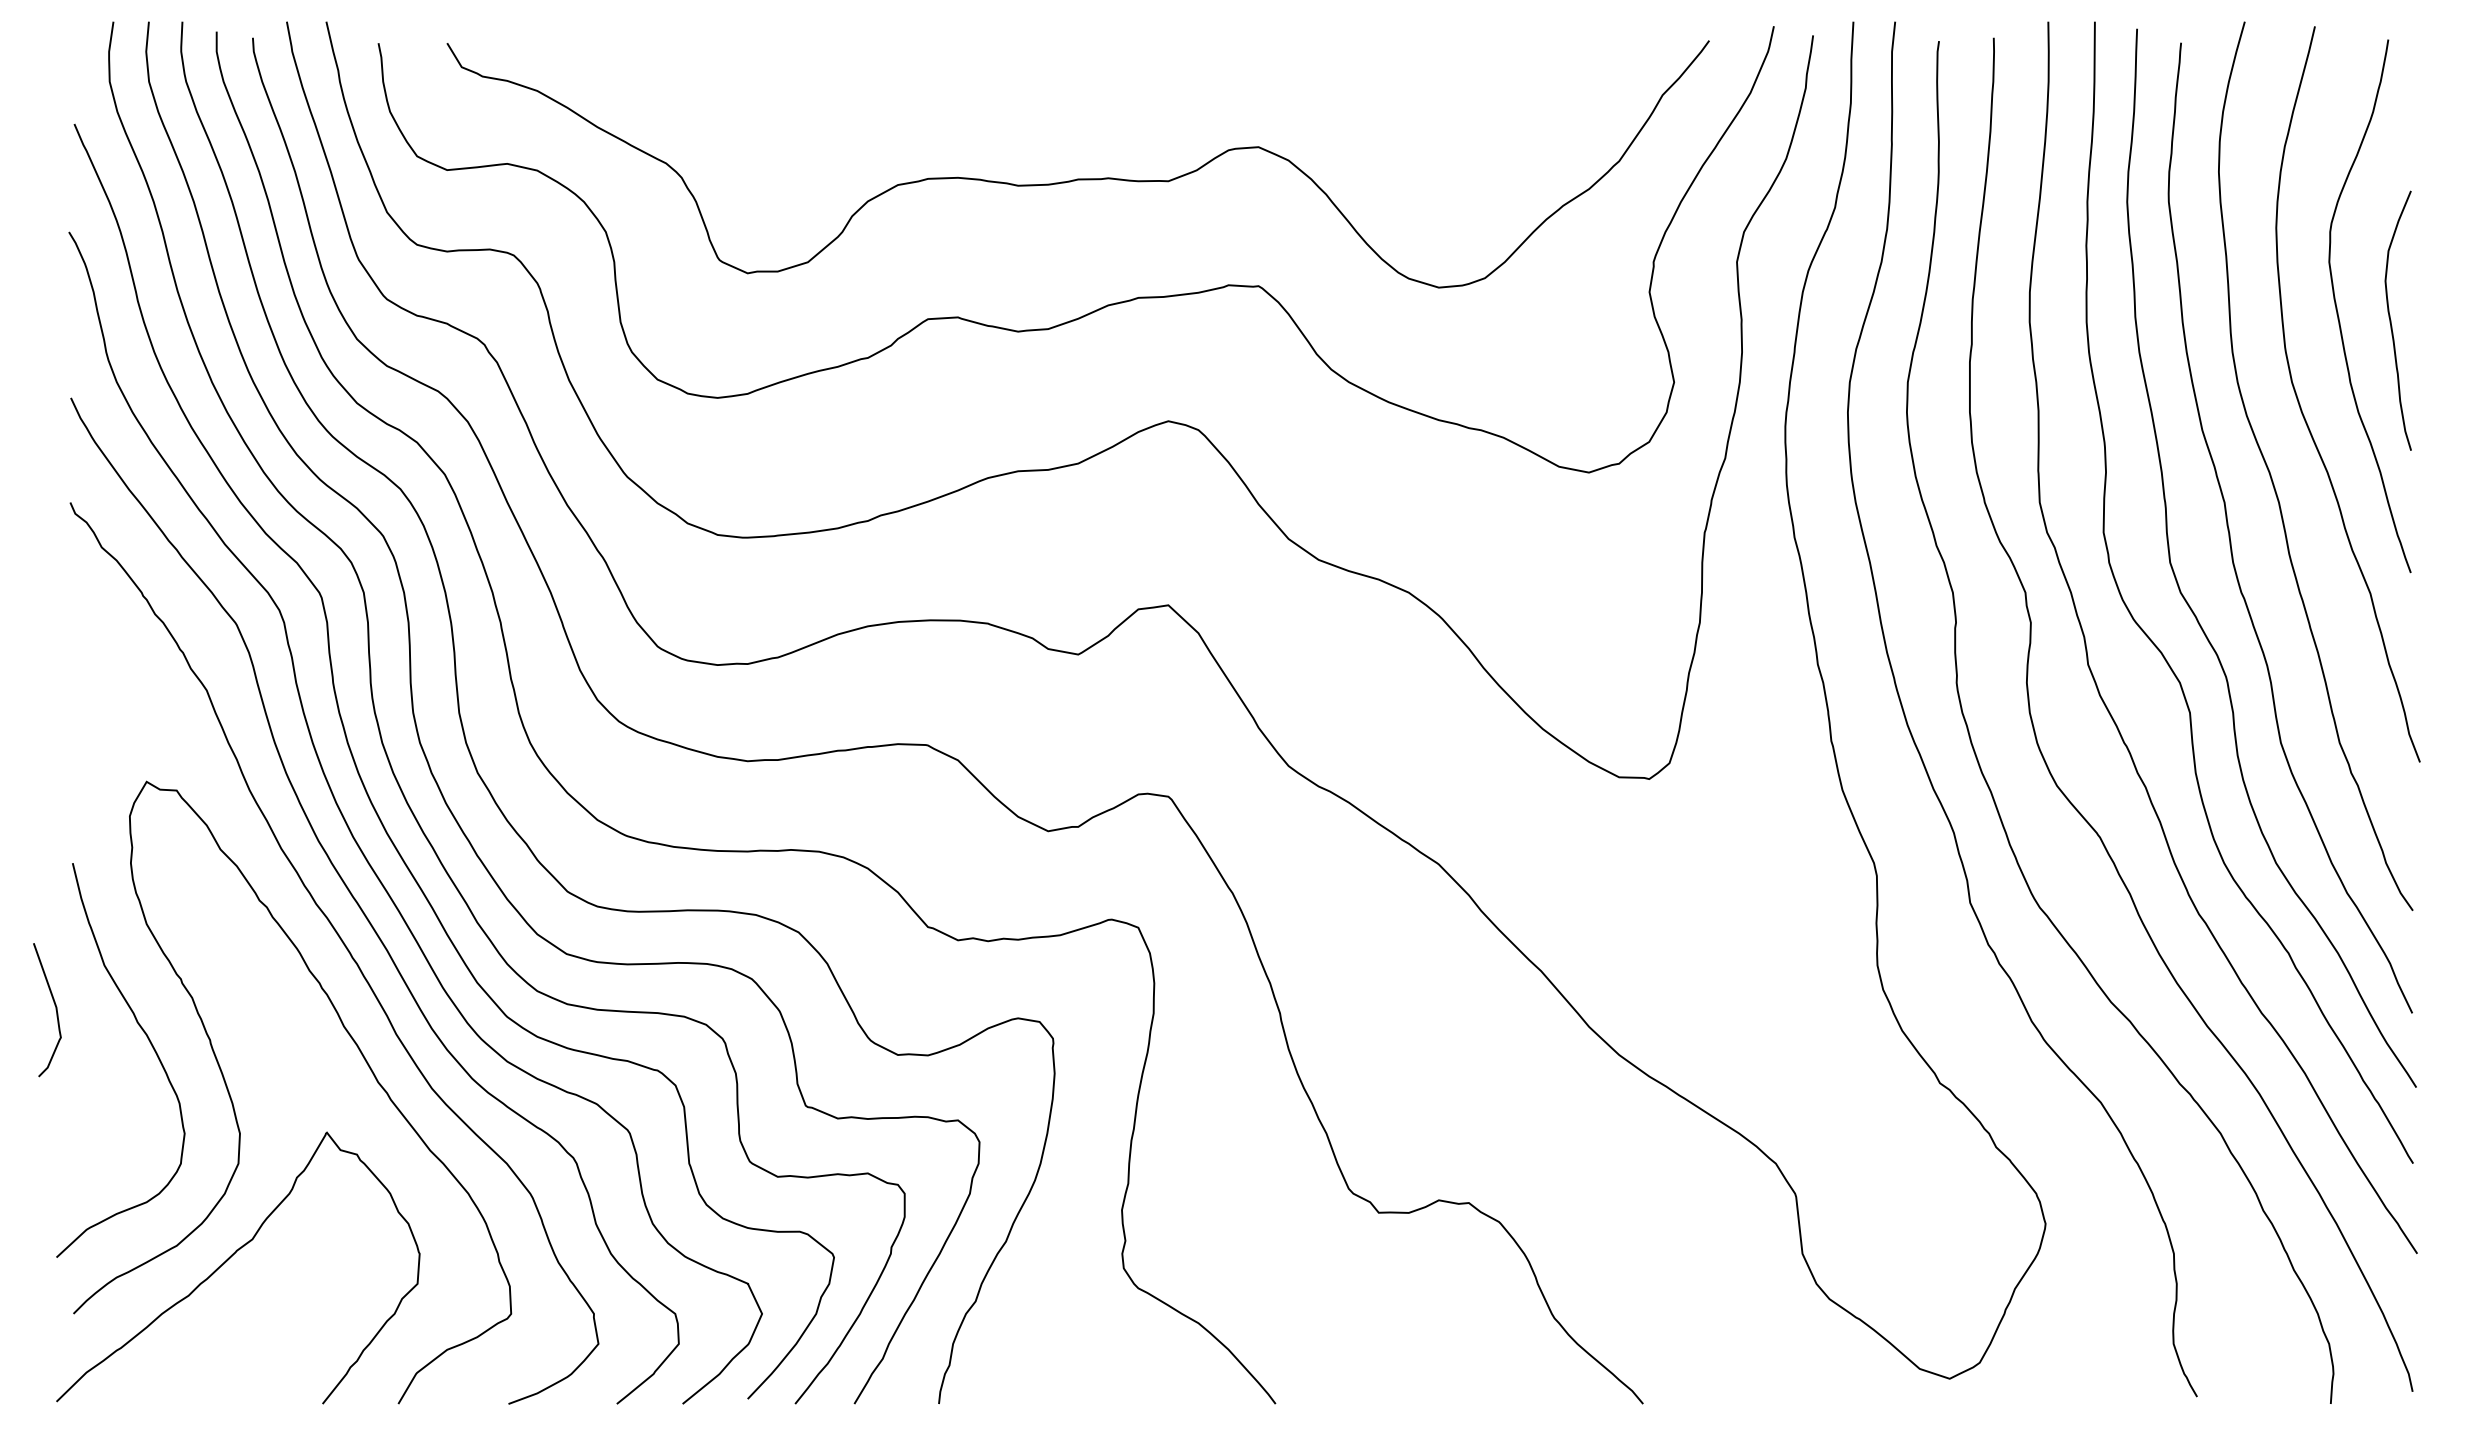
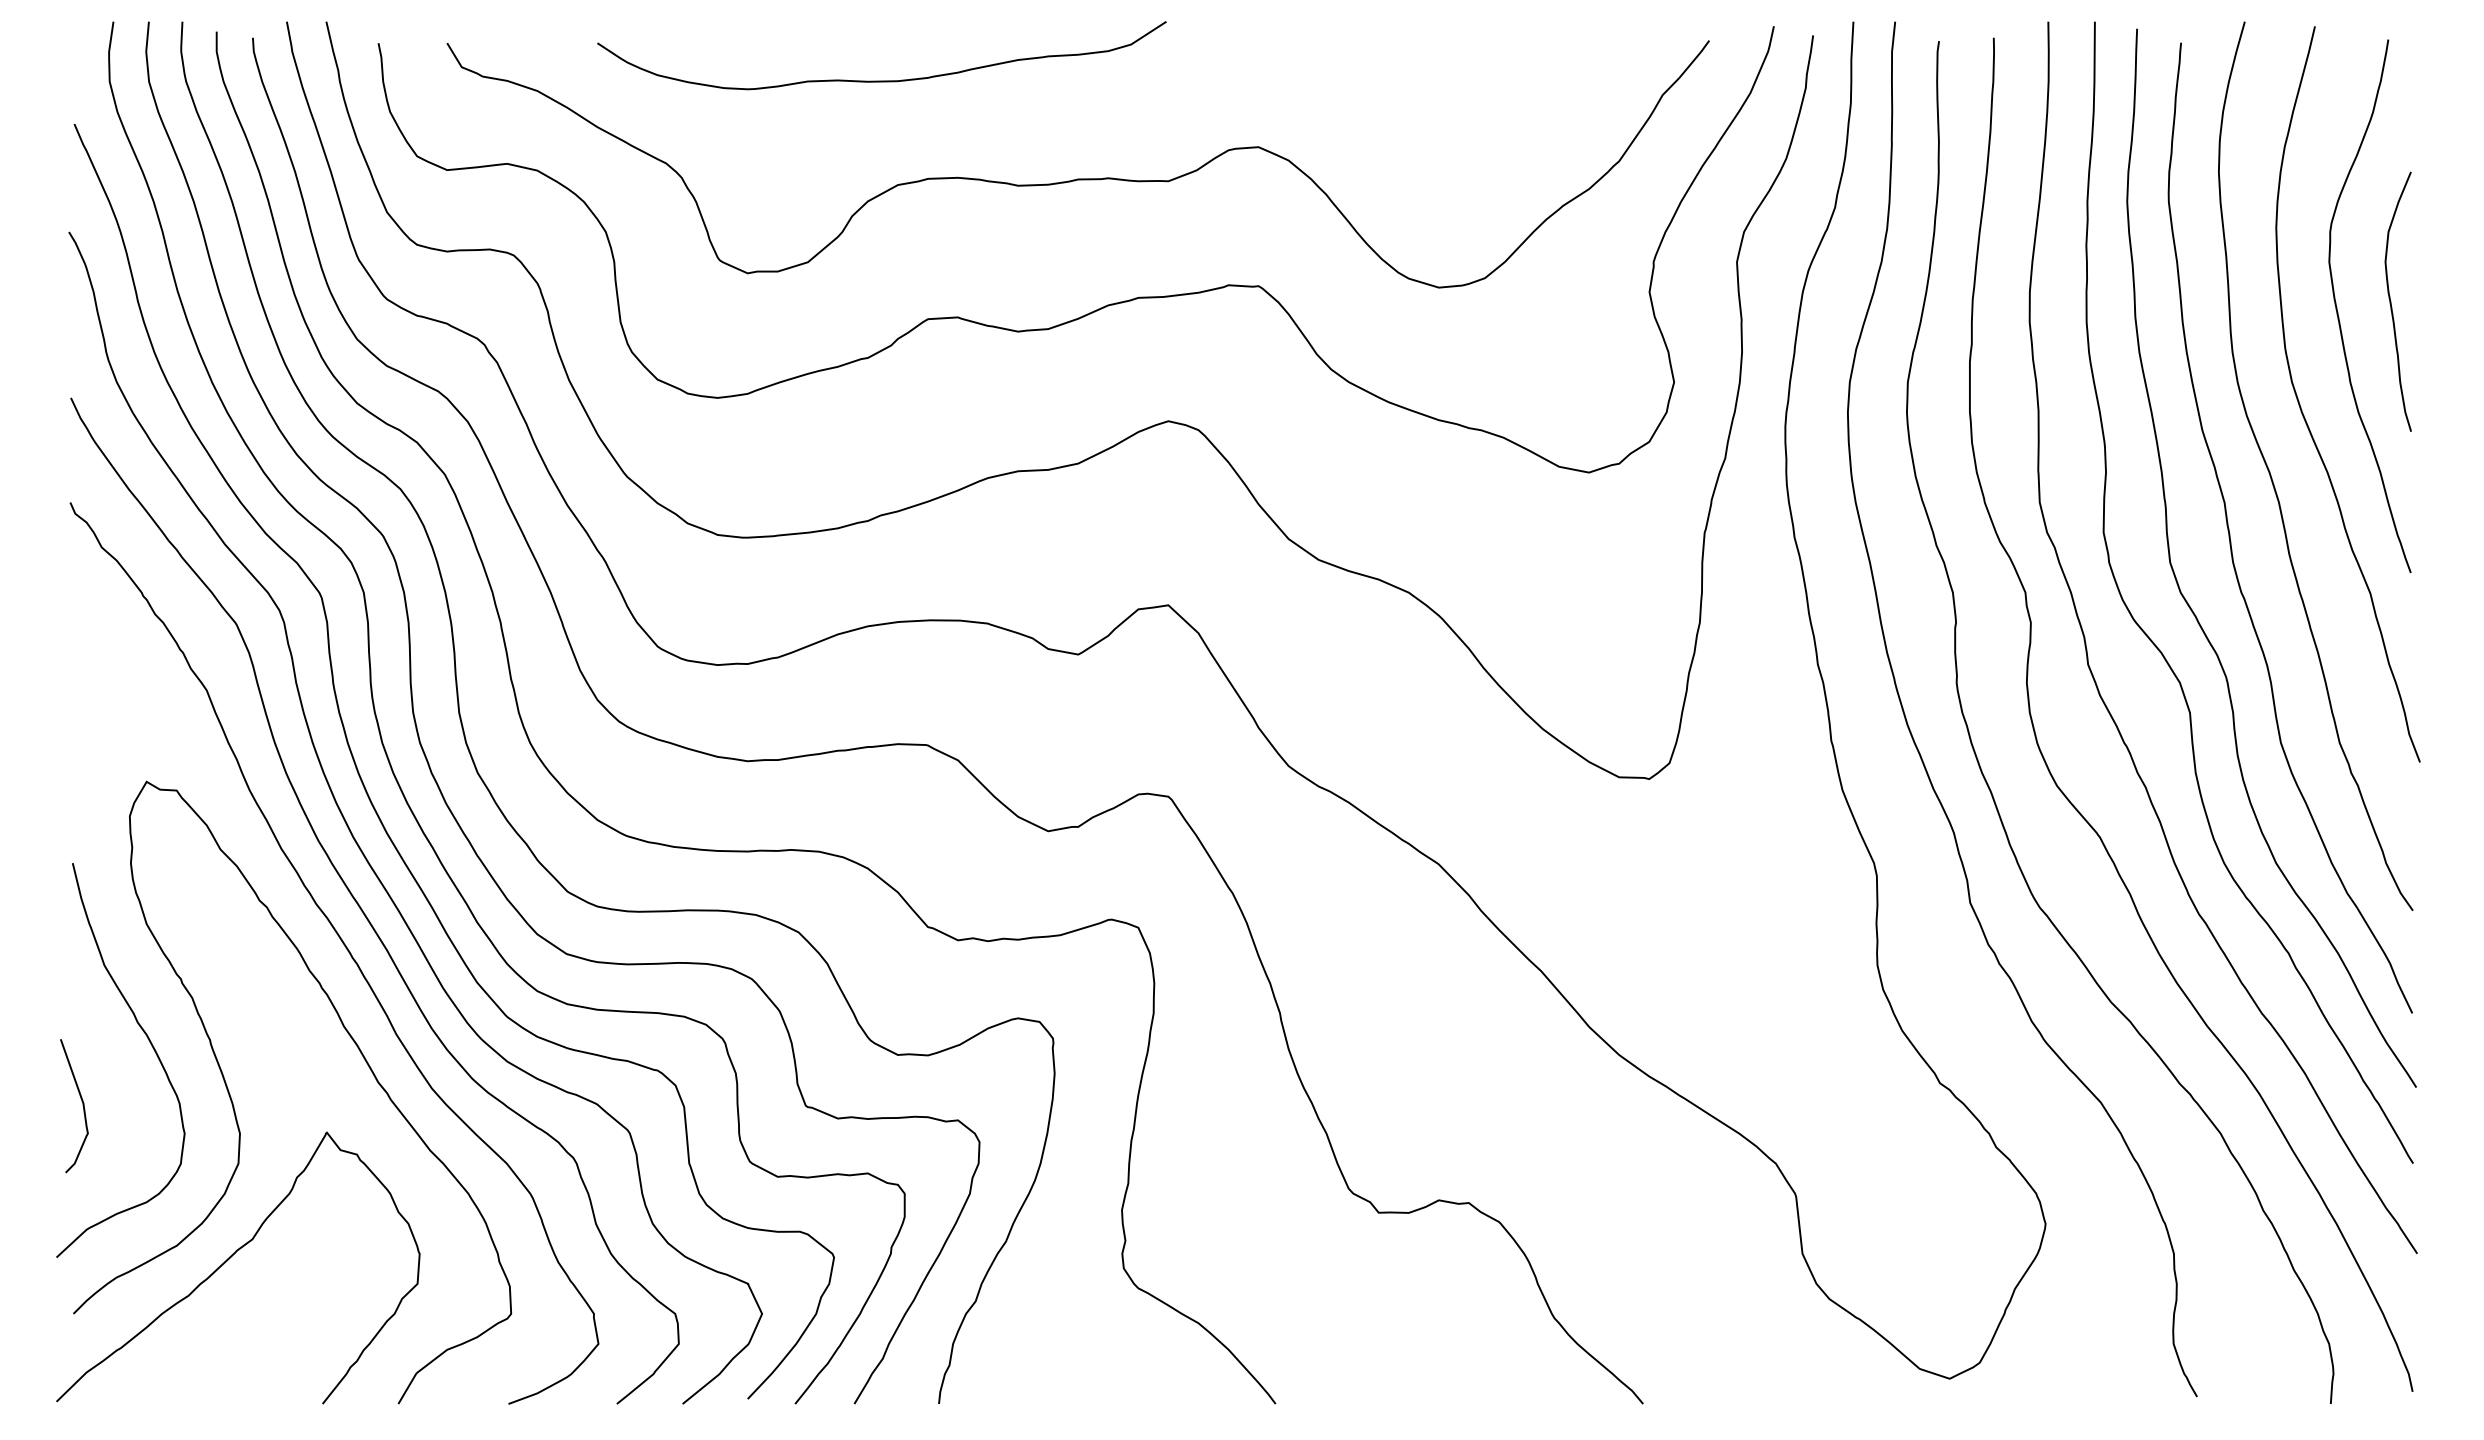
curve at (881, 80): none -> present
curve at (2391, 320) position: (2391, 320) -> (2391, 301)
curve at (55, 1010) position: (55, 1010) -> (82, 1106)
